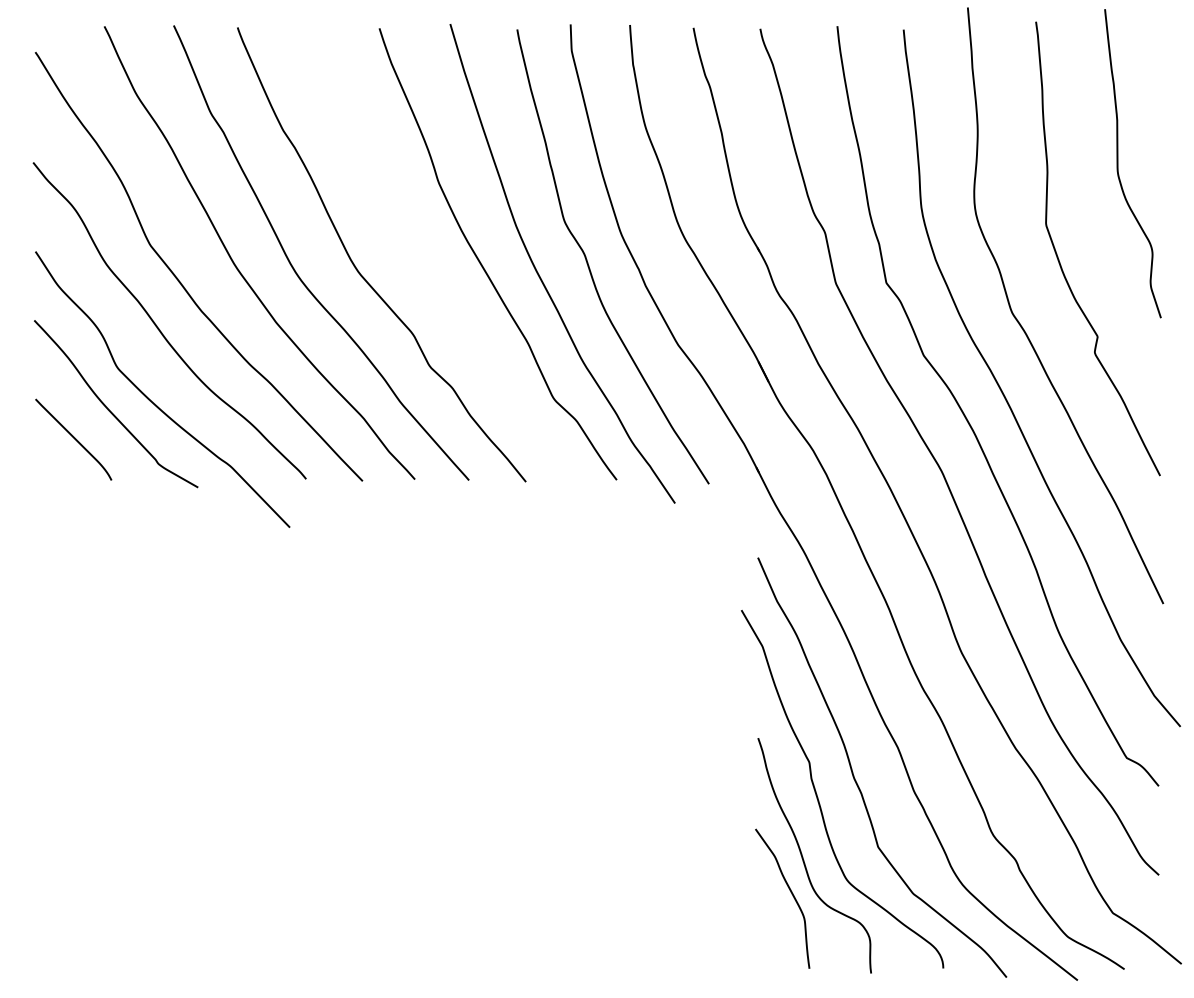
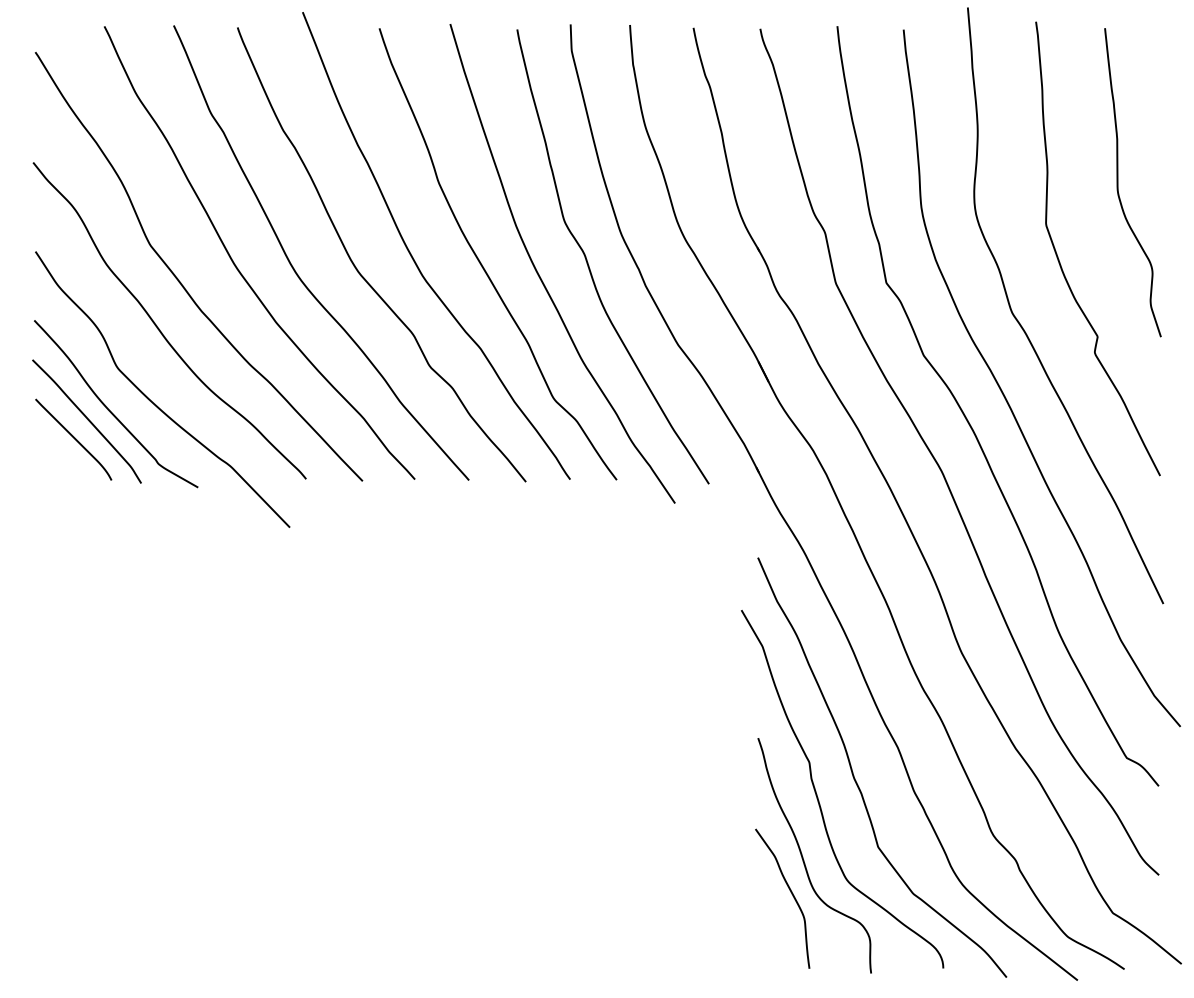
curve at (1118, 163) position: (1118, 163) -> (1118, 182)
curve at (415, 260): none -> present
curve at (87, 420): none -> present
